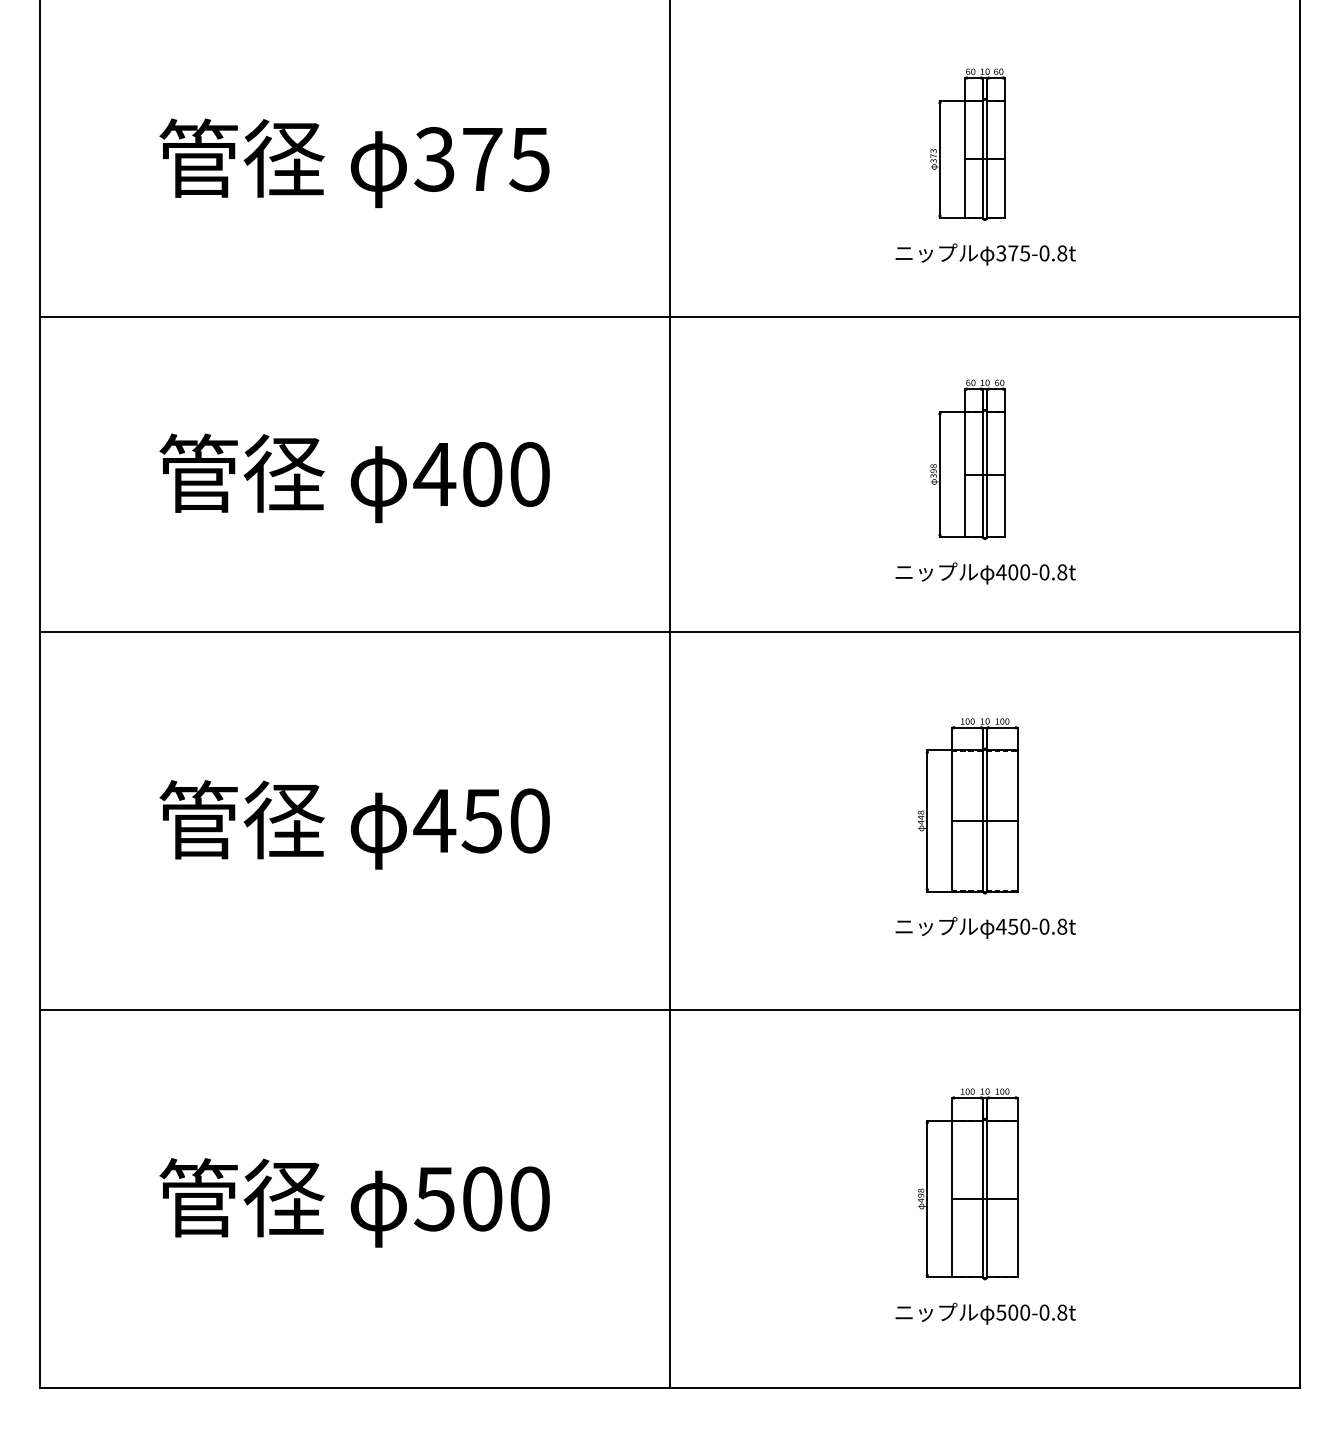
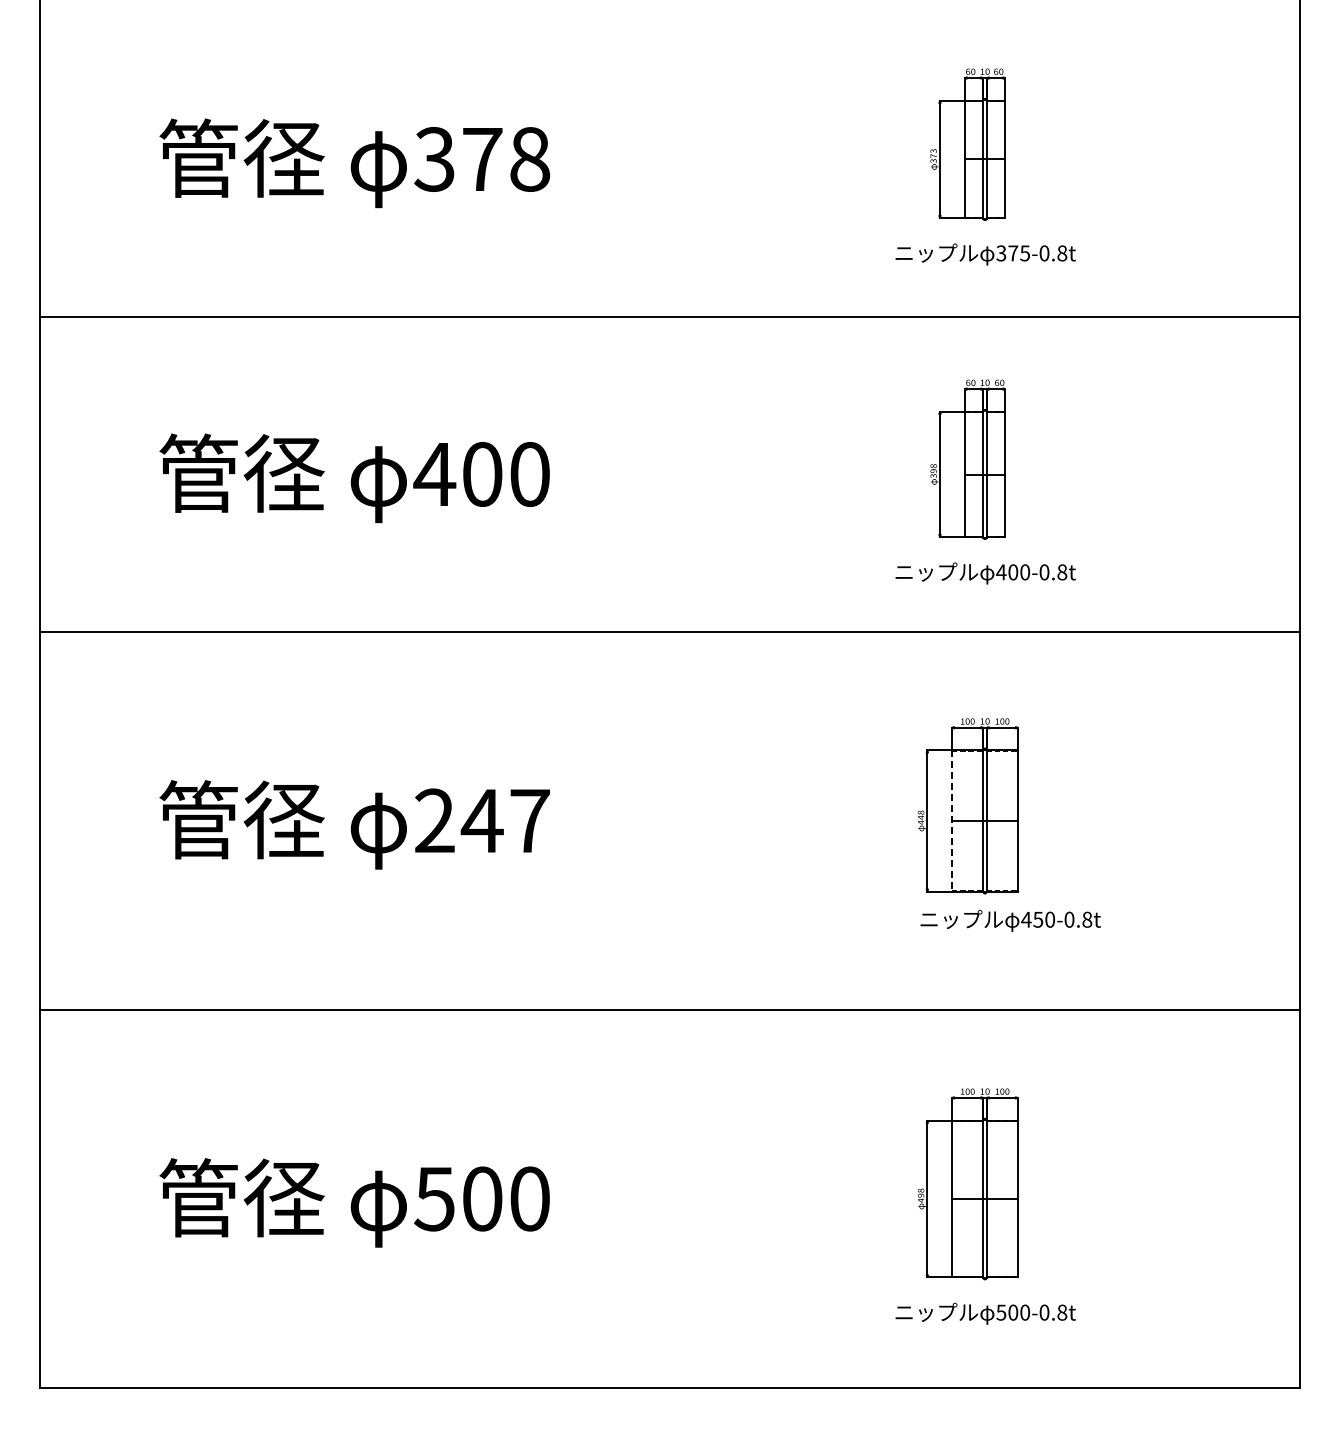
text at (529, 159): 375 -> 378
line at (669, 695): present -> none
text at (481, 820): 450 -> 247
line at (951, 821): solid -> dashed
text at (985, 927) position: (985, 927) -> (1010, 920)
